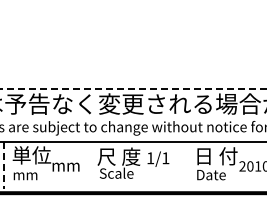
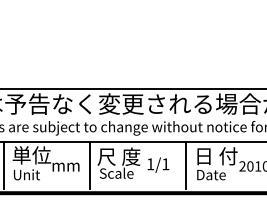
line at (134, 88): dashed -> solid
text at (158, 158) position: (158, 158) -> (158, 164)
line at (90, 164): none -> present
line at (186, 164): none -> present
line at (4, 165): dashed -> solid
text at (26, 174): mm -> Unit
